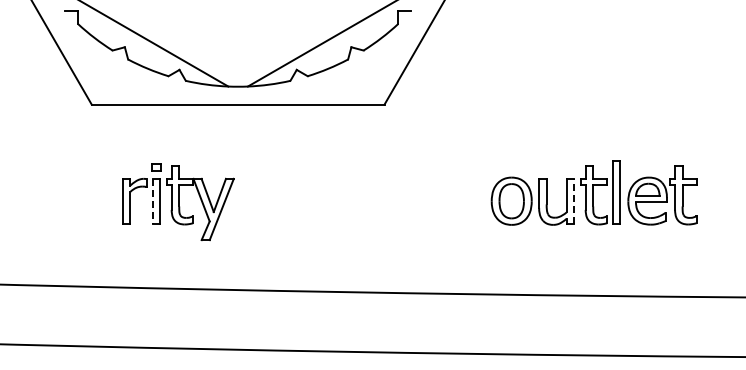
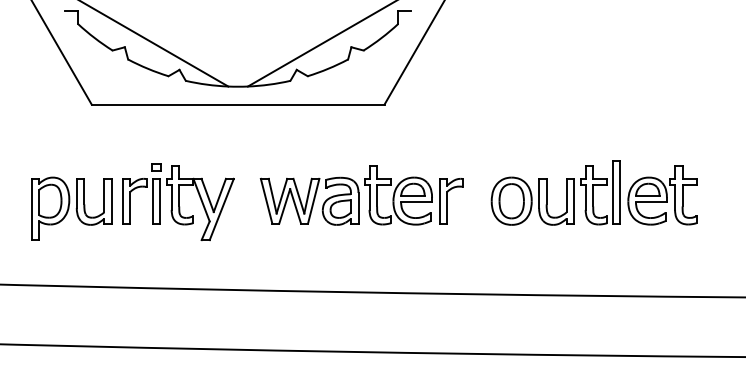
part at (361, 195): none -> present
line at (574, 200): dashed -> solid
line at (152, 201): dashed -> solid
part at (71, 208): none -> present
